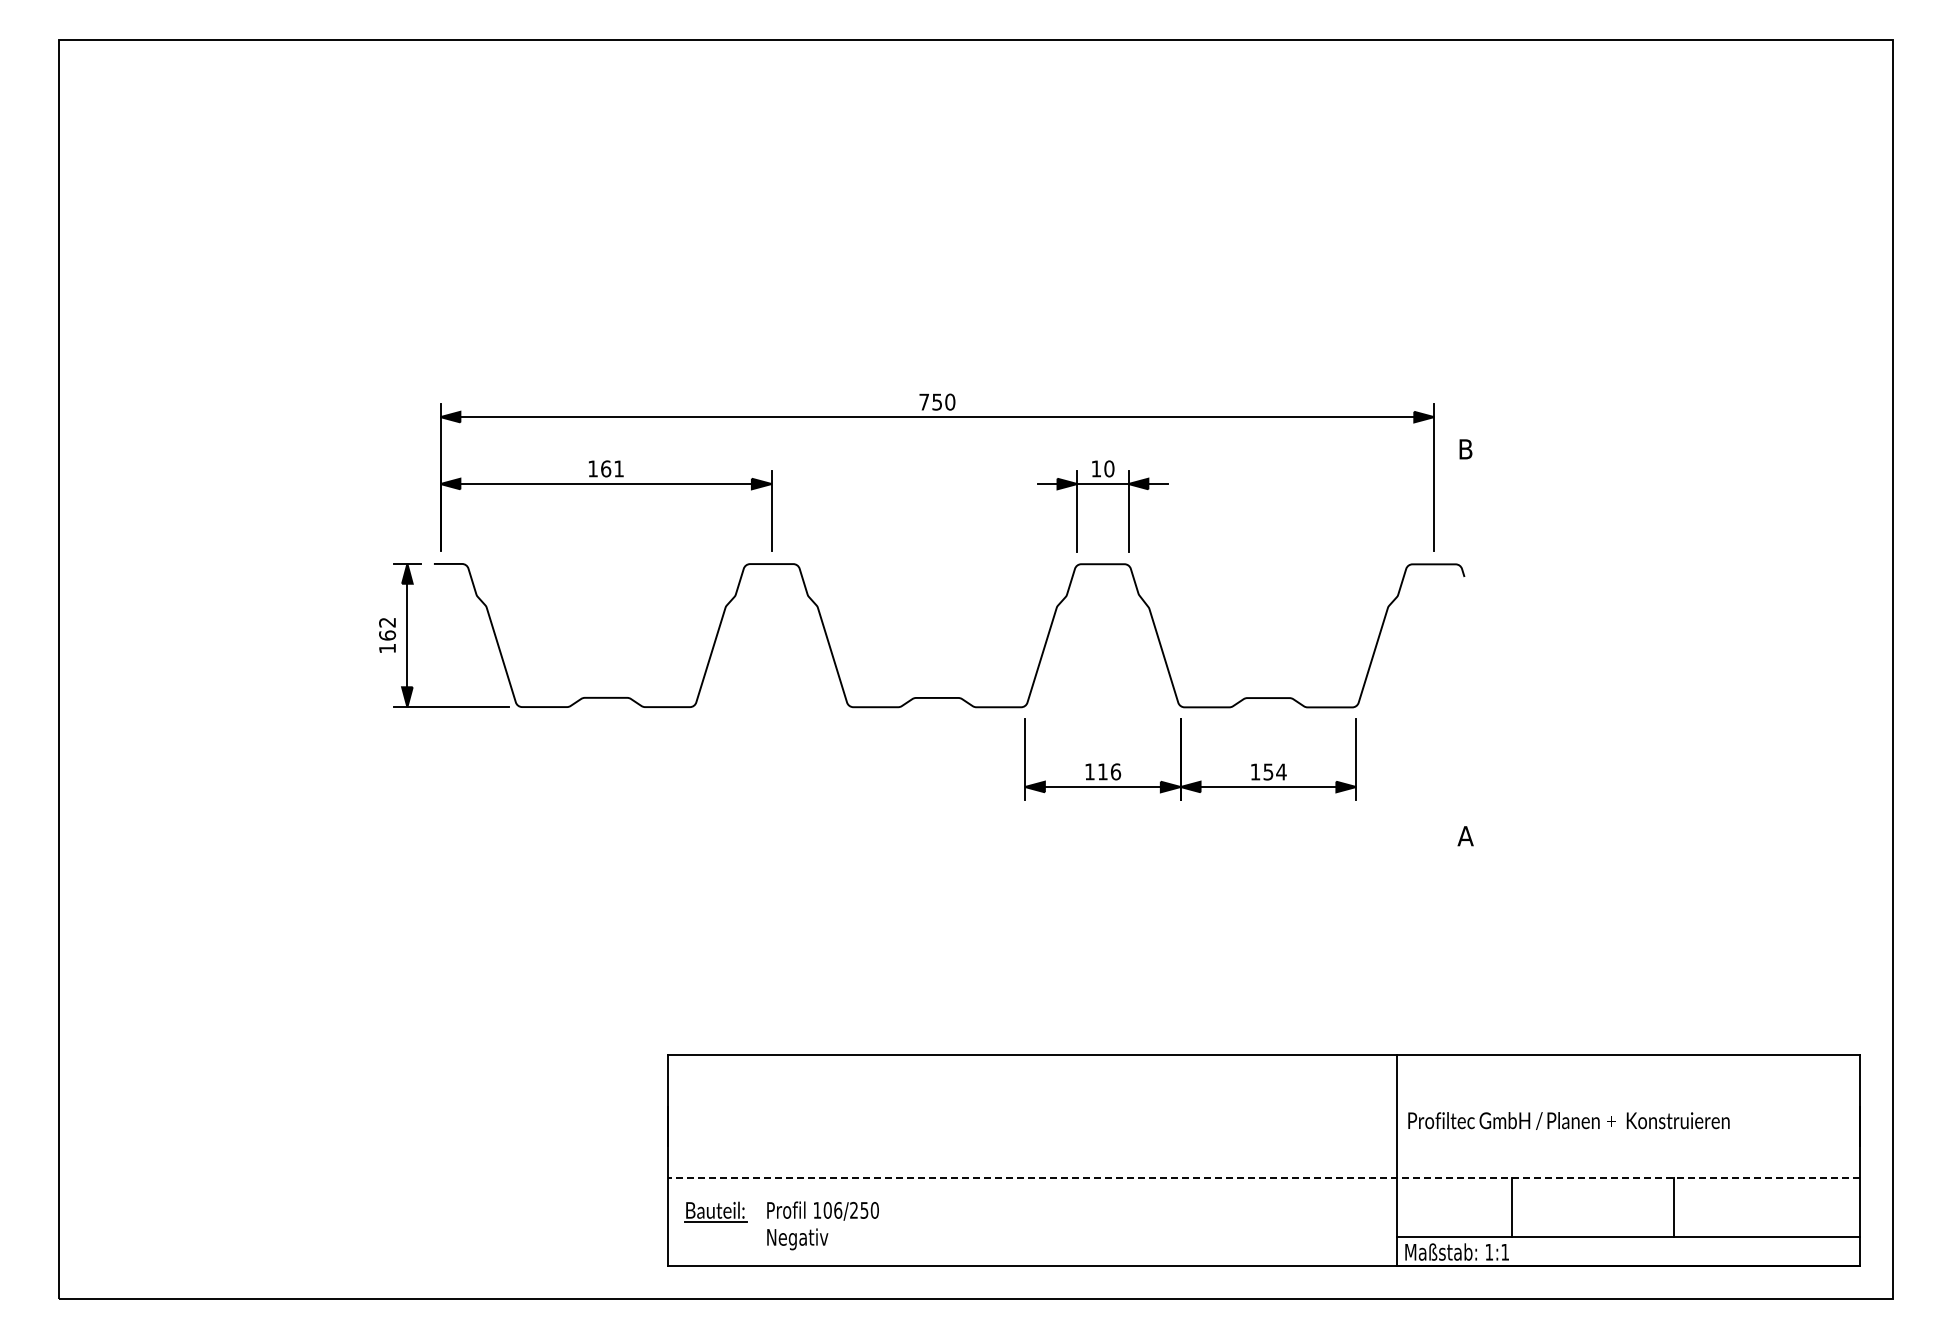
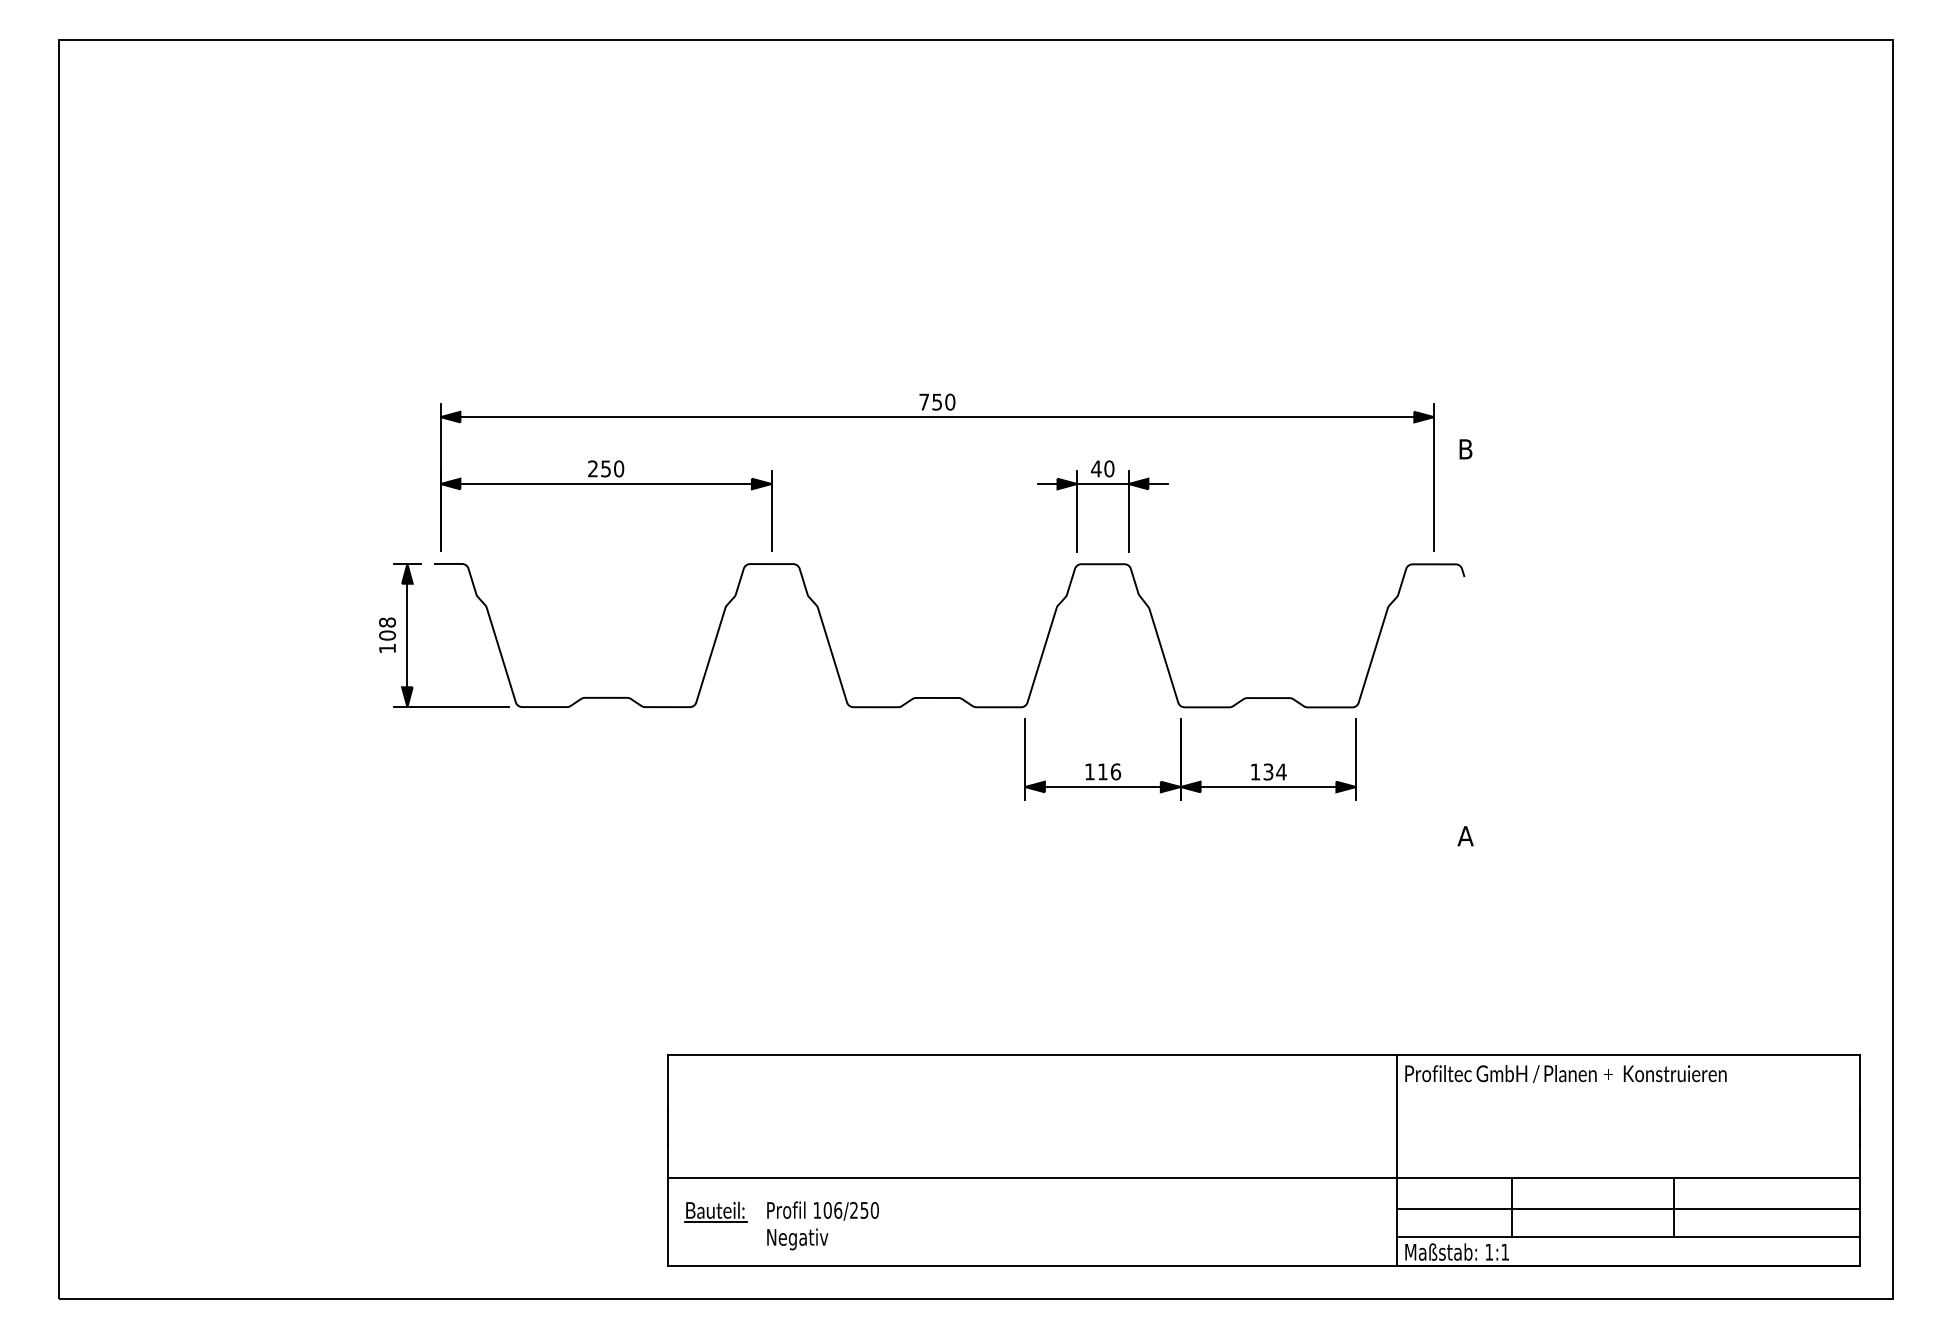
text at (606, 468): 161 -> 250
text at (1096, 468): 10 -> 40
text at (387, 628): 162 -> 108
text at (1268, 771): 154 -> 134
text at (1568, 1120) position: (1568, 1120) -> (1565, 1073)
line at (1263, 1178): dashed -> solid
line at (1628, 1208): none -> present
